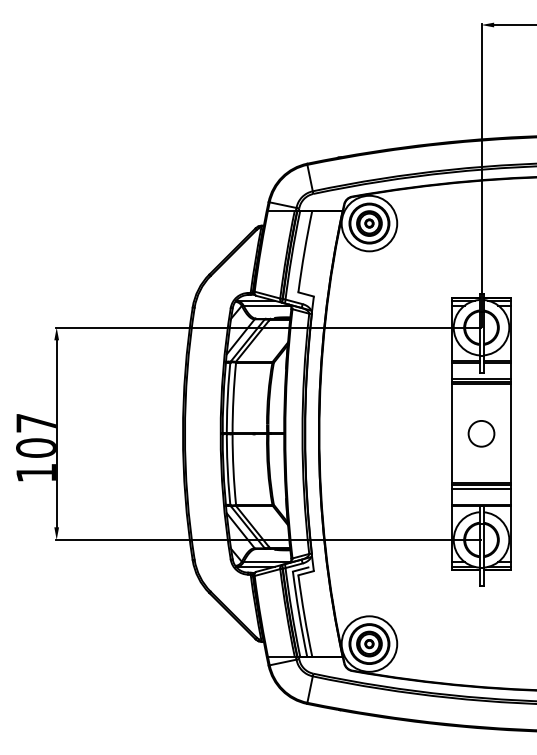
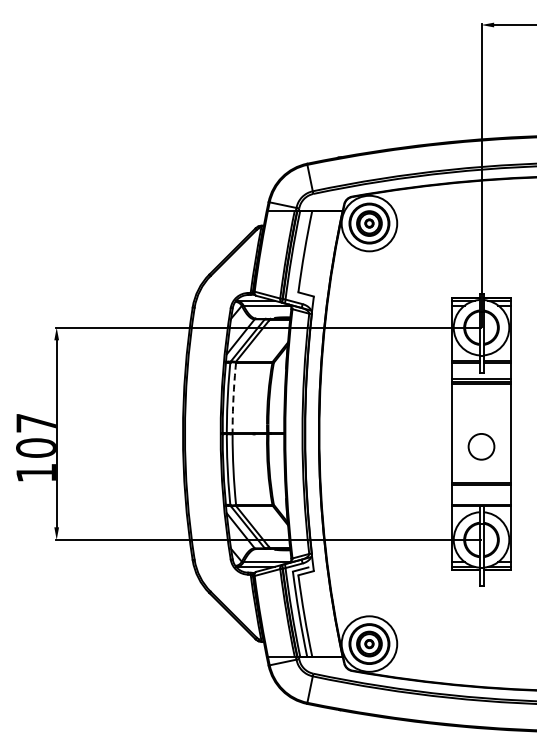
arc at (233, 397): solid -> dashed
circle at (481, 433) position: (481, 433) -> (481, 446)
line at (481, 488): present -> none
